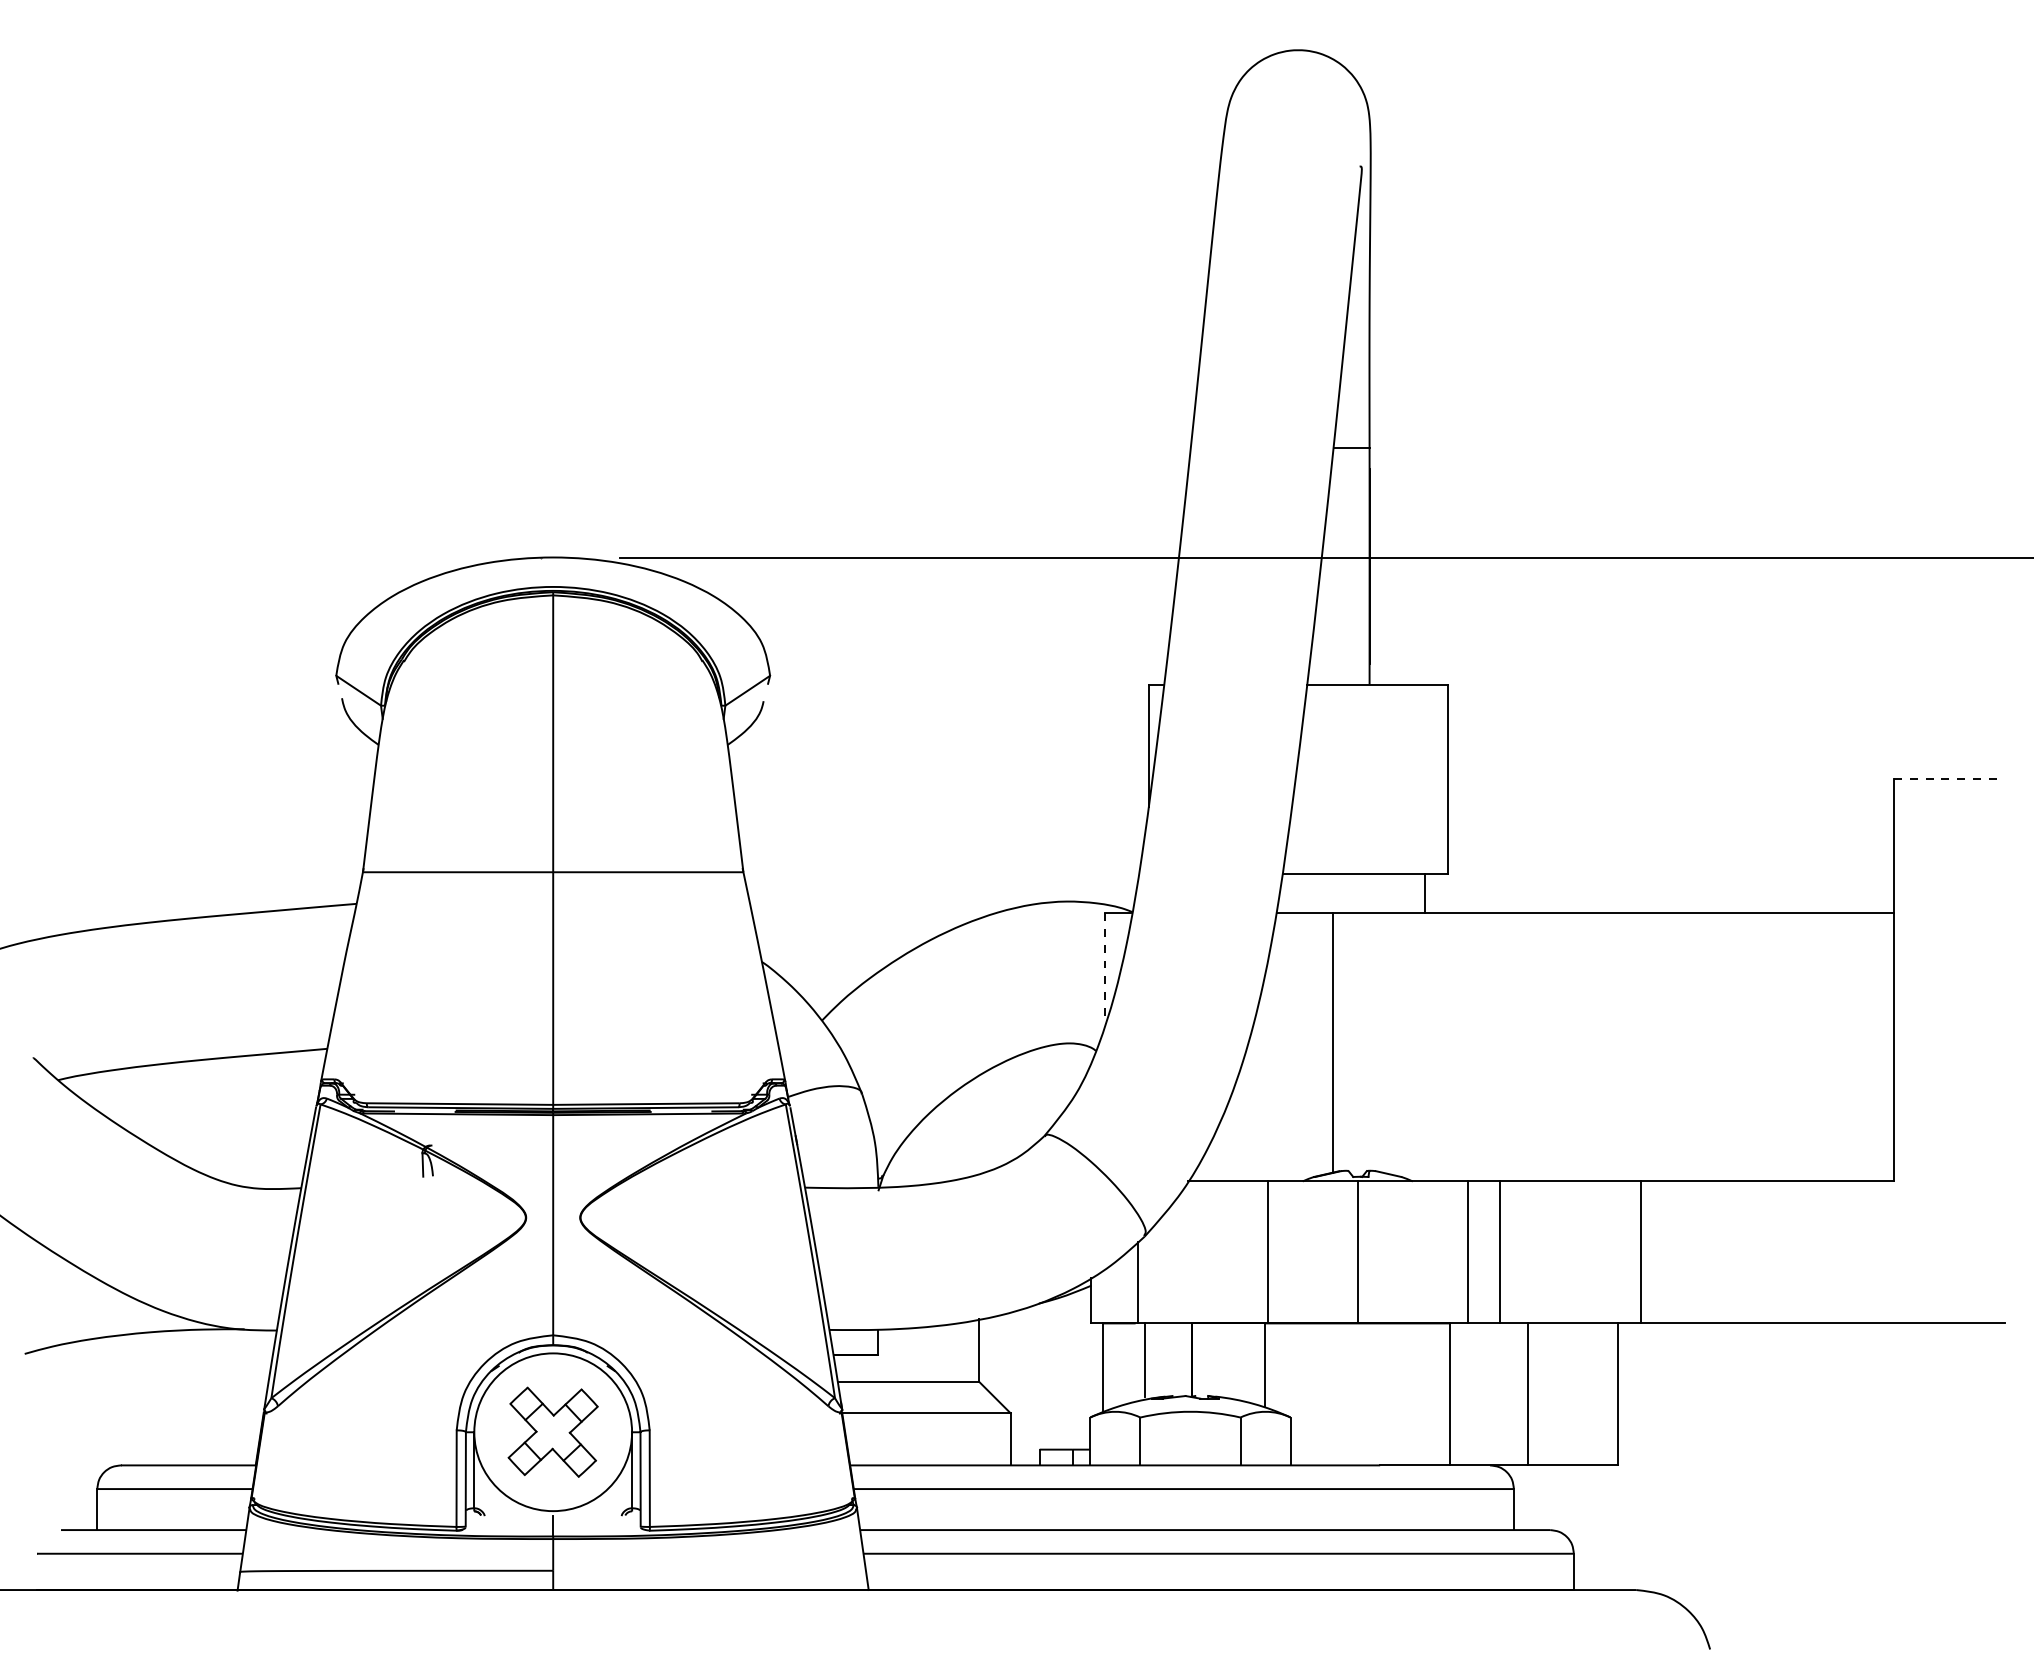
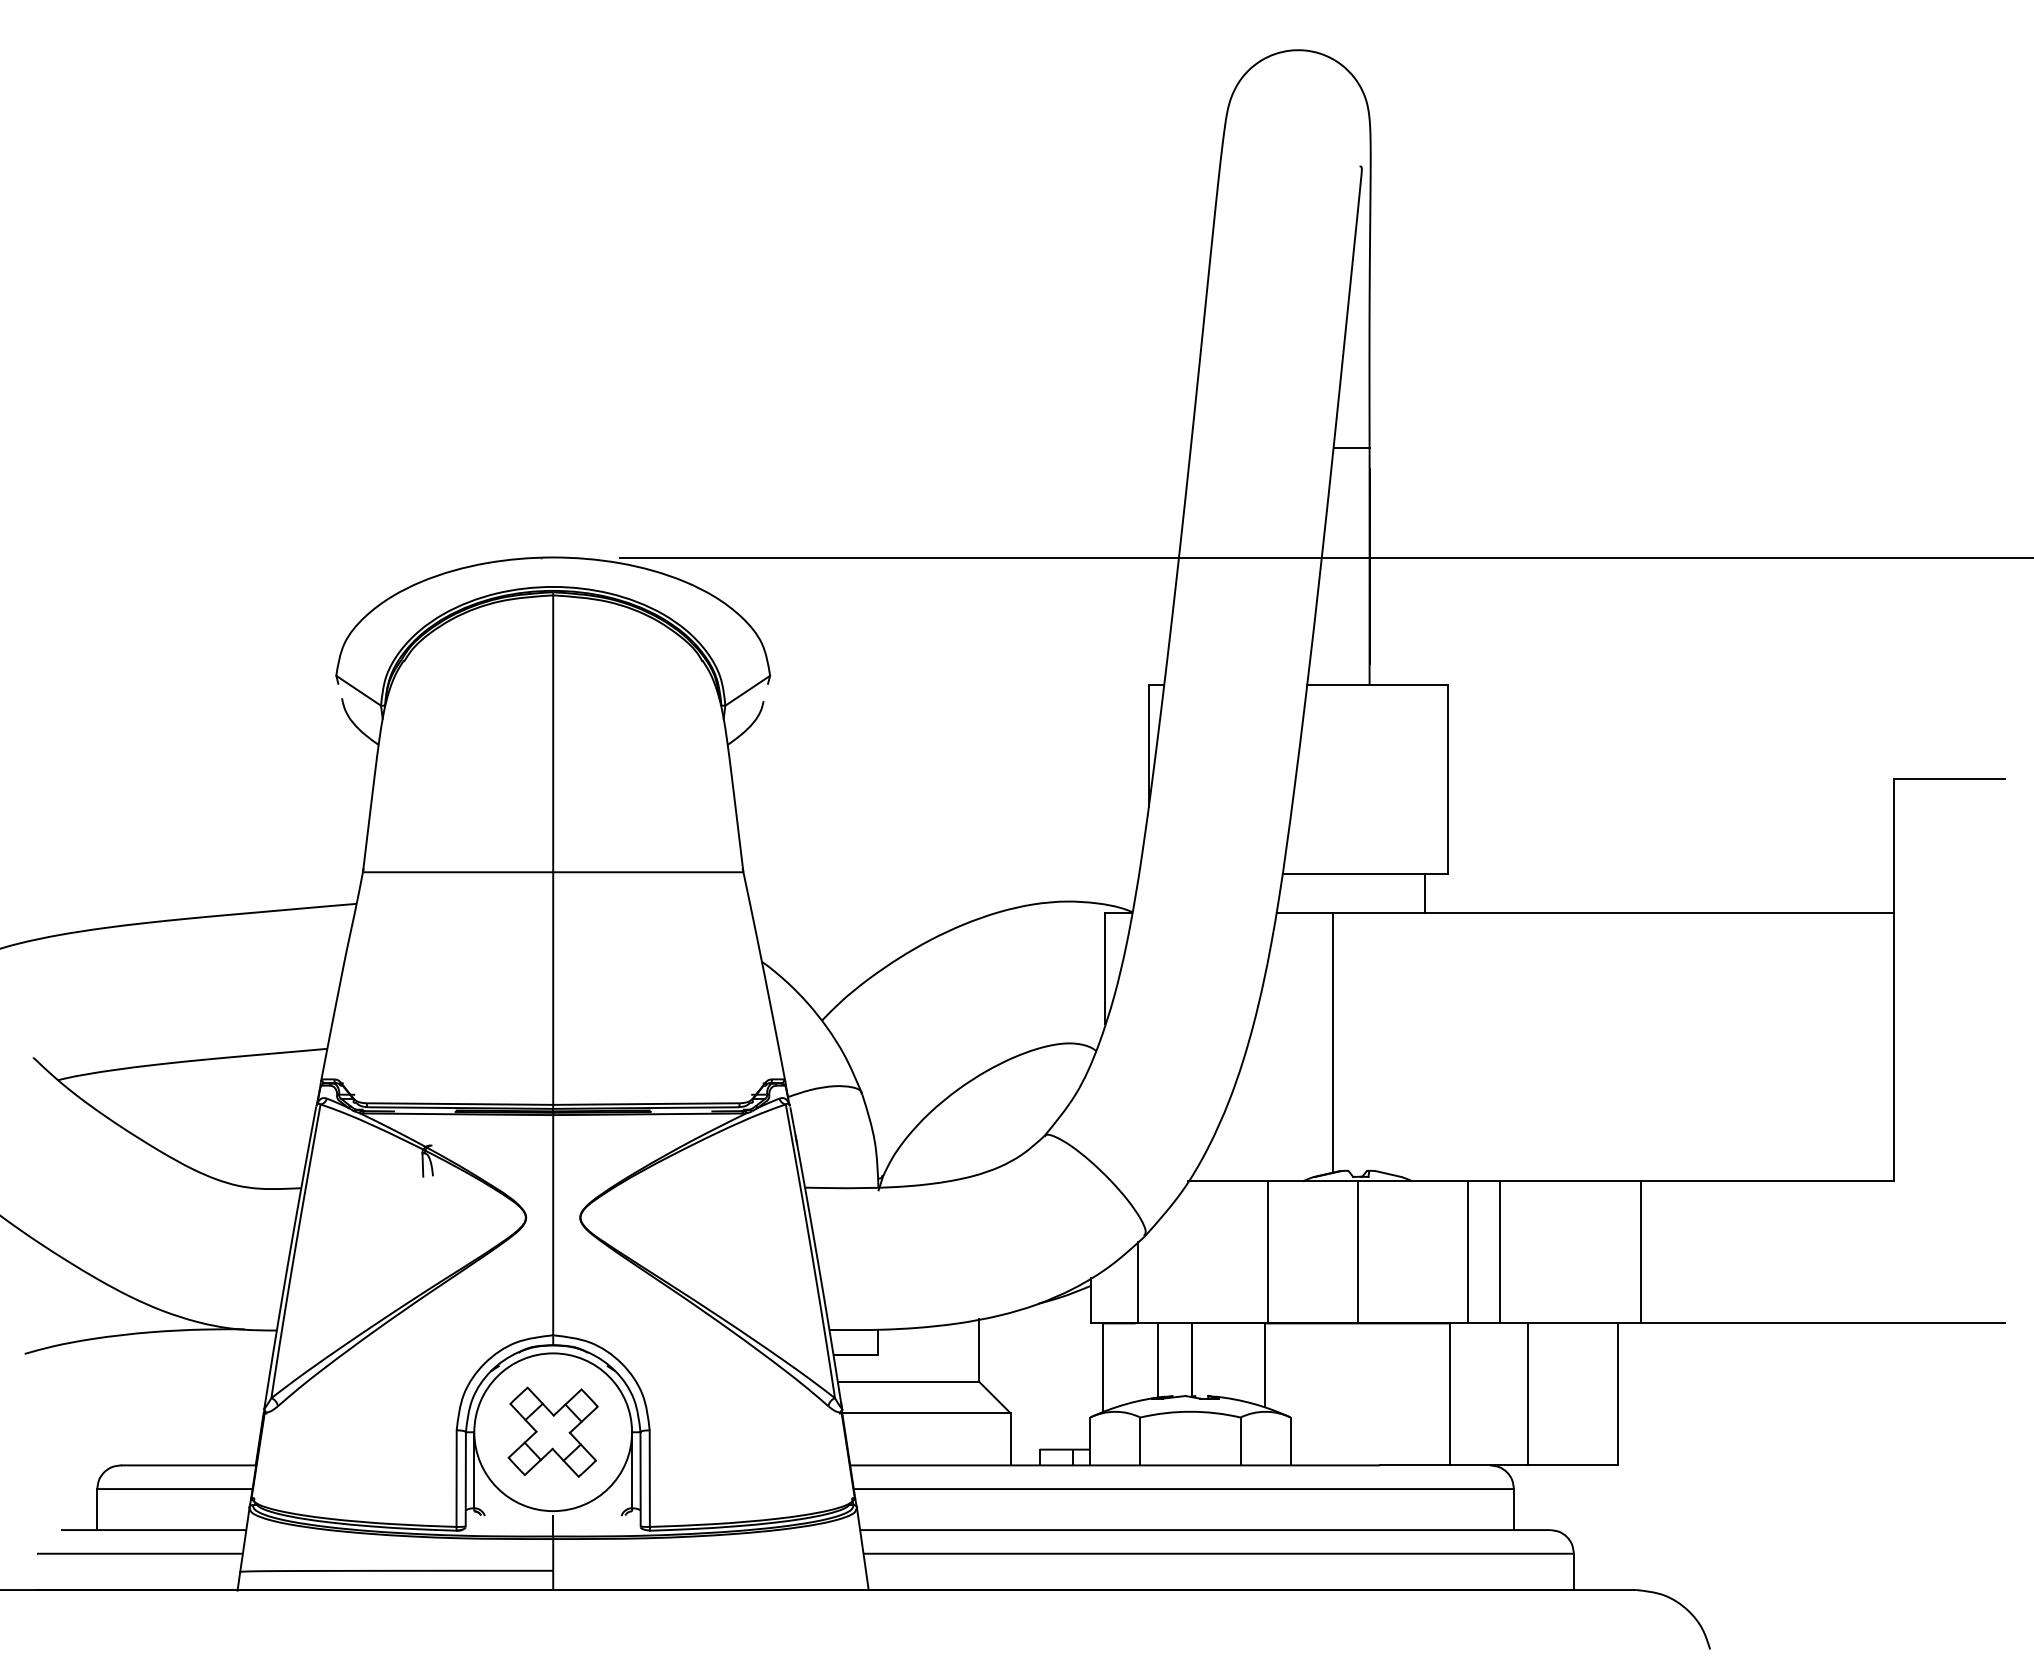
line at (1949, 779): dashed -> solid
line at (1105, 969): dashed -> solid
line at (1145, 1360) position: (1145, 1360) -> (1158, 1360)
